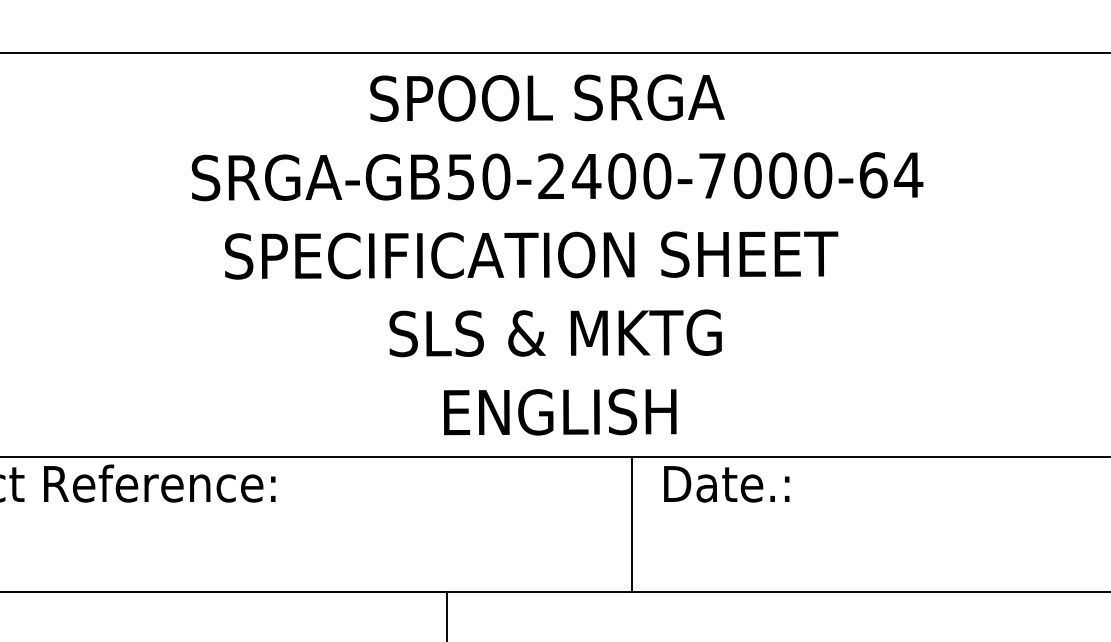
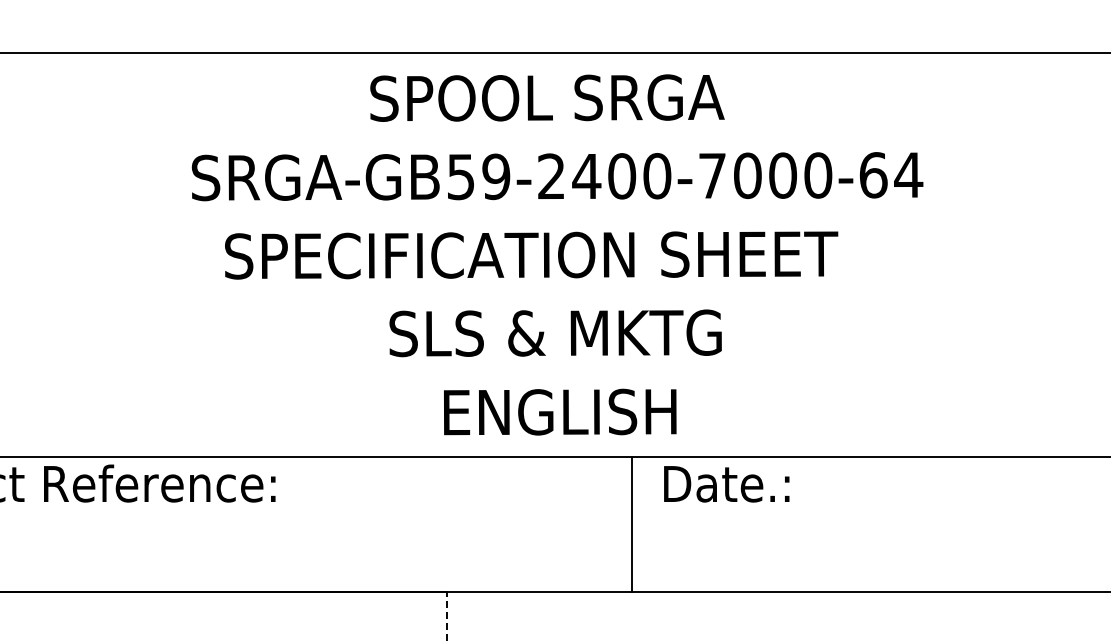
text at (496, 176): SRGA-GB50-2400-7000-64 -> SRGA-GB59-2400-7000-64
line at (446, 616): solid -> dashed
